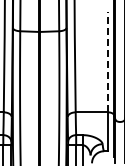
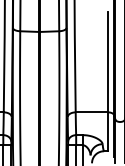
line at (108, 61): dashed -> solid
